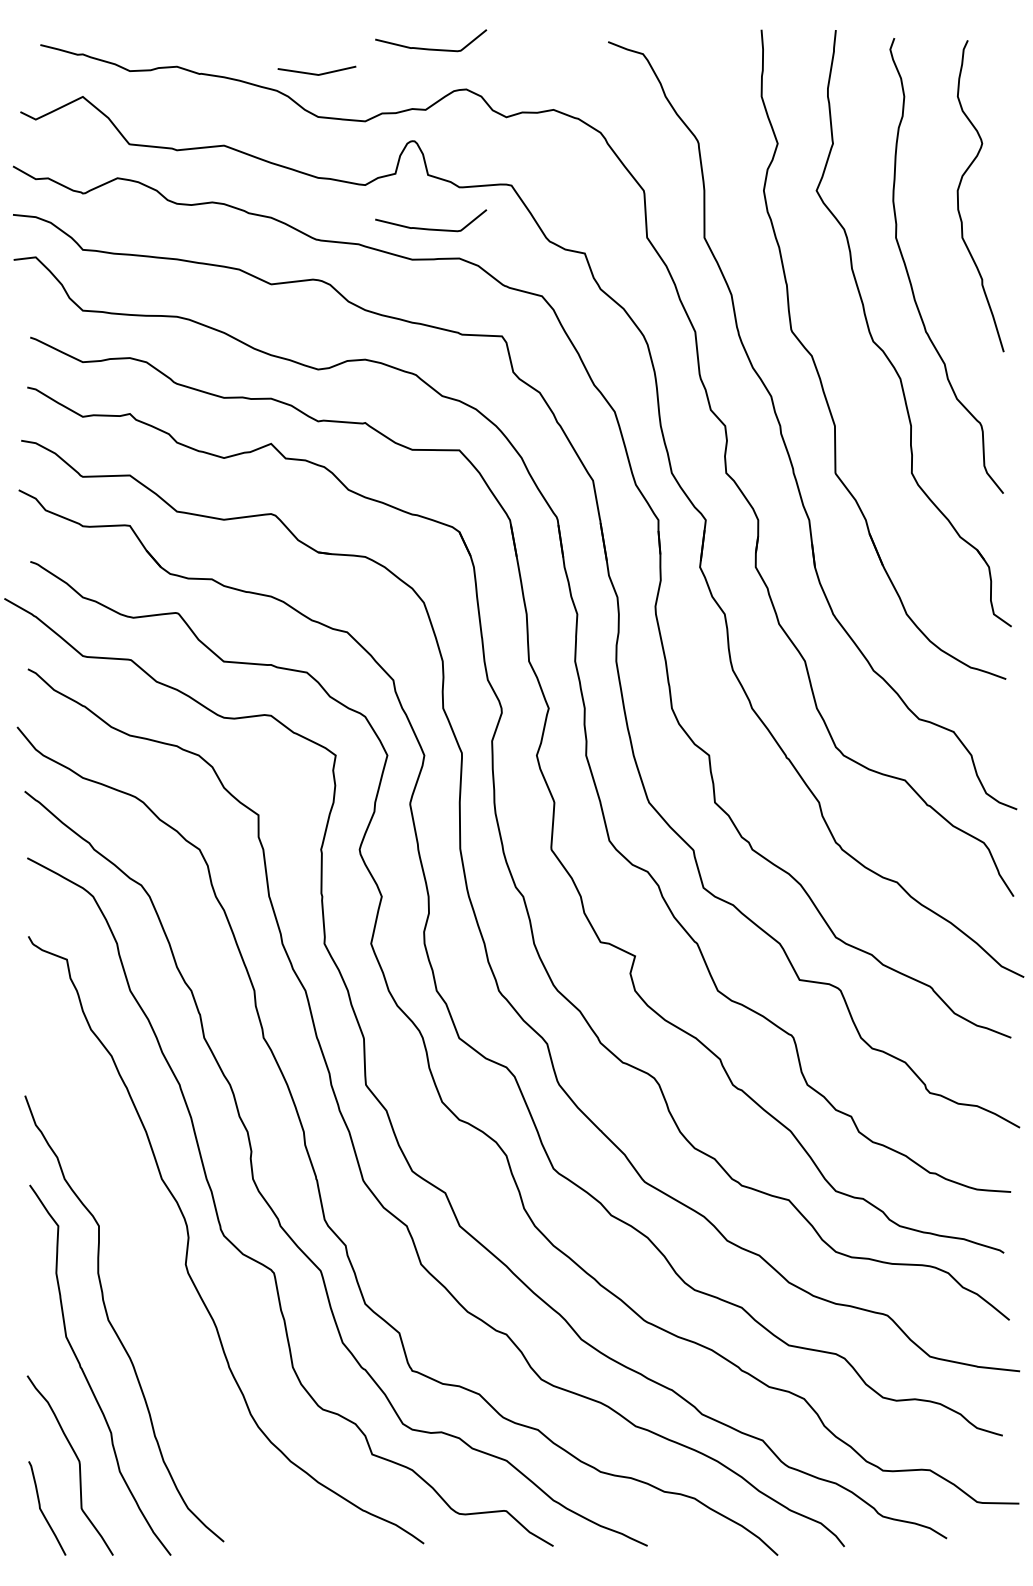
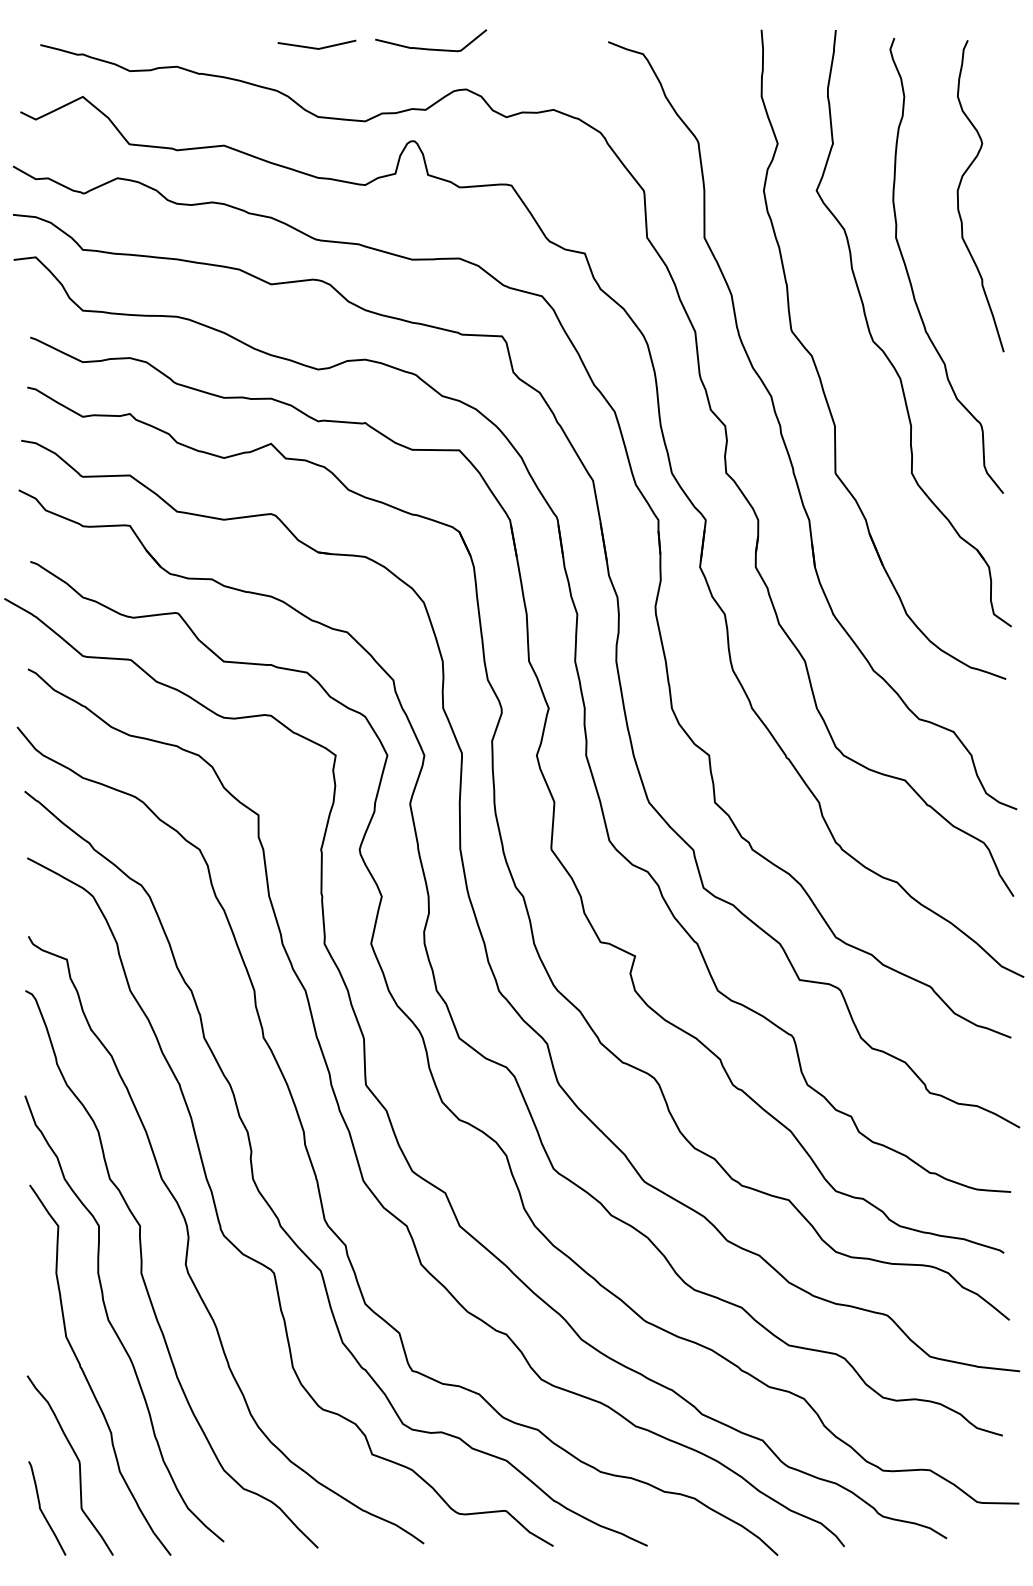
line at (316, 73) position: (316, 73) -> (316, 47)
curve at (431, 228): present -> none
curve at (144, 1278): none -> present
